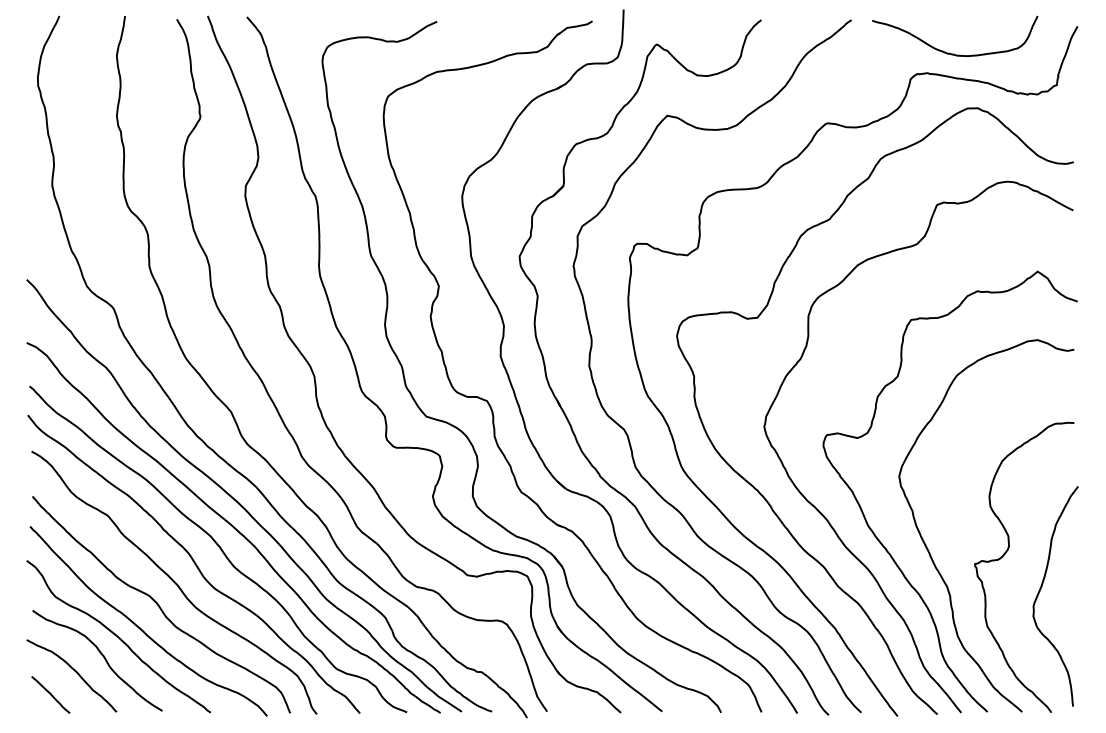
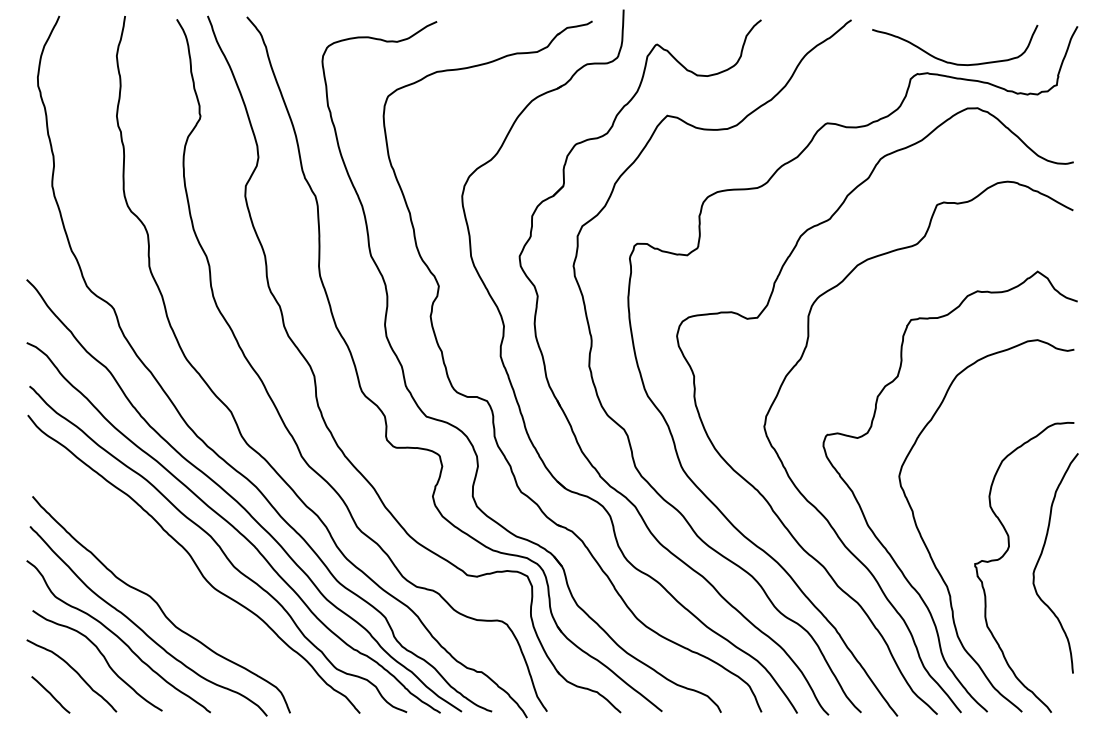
curve at (949, 52) position: (949, 52) -> (949, 61)
curve at (174, 582): present -> none
curve at (1041, 589) position: (1041, 589) -> (1041, 556)
